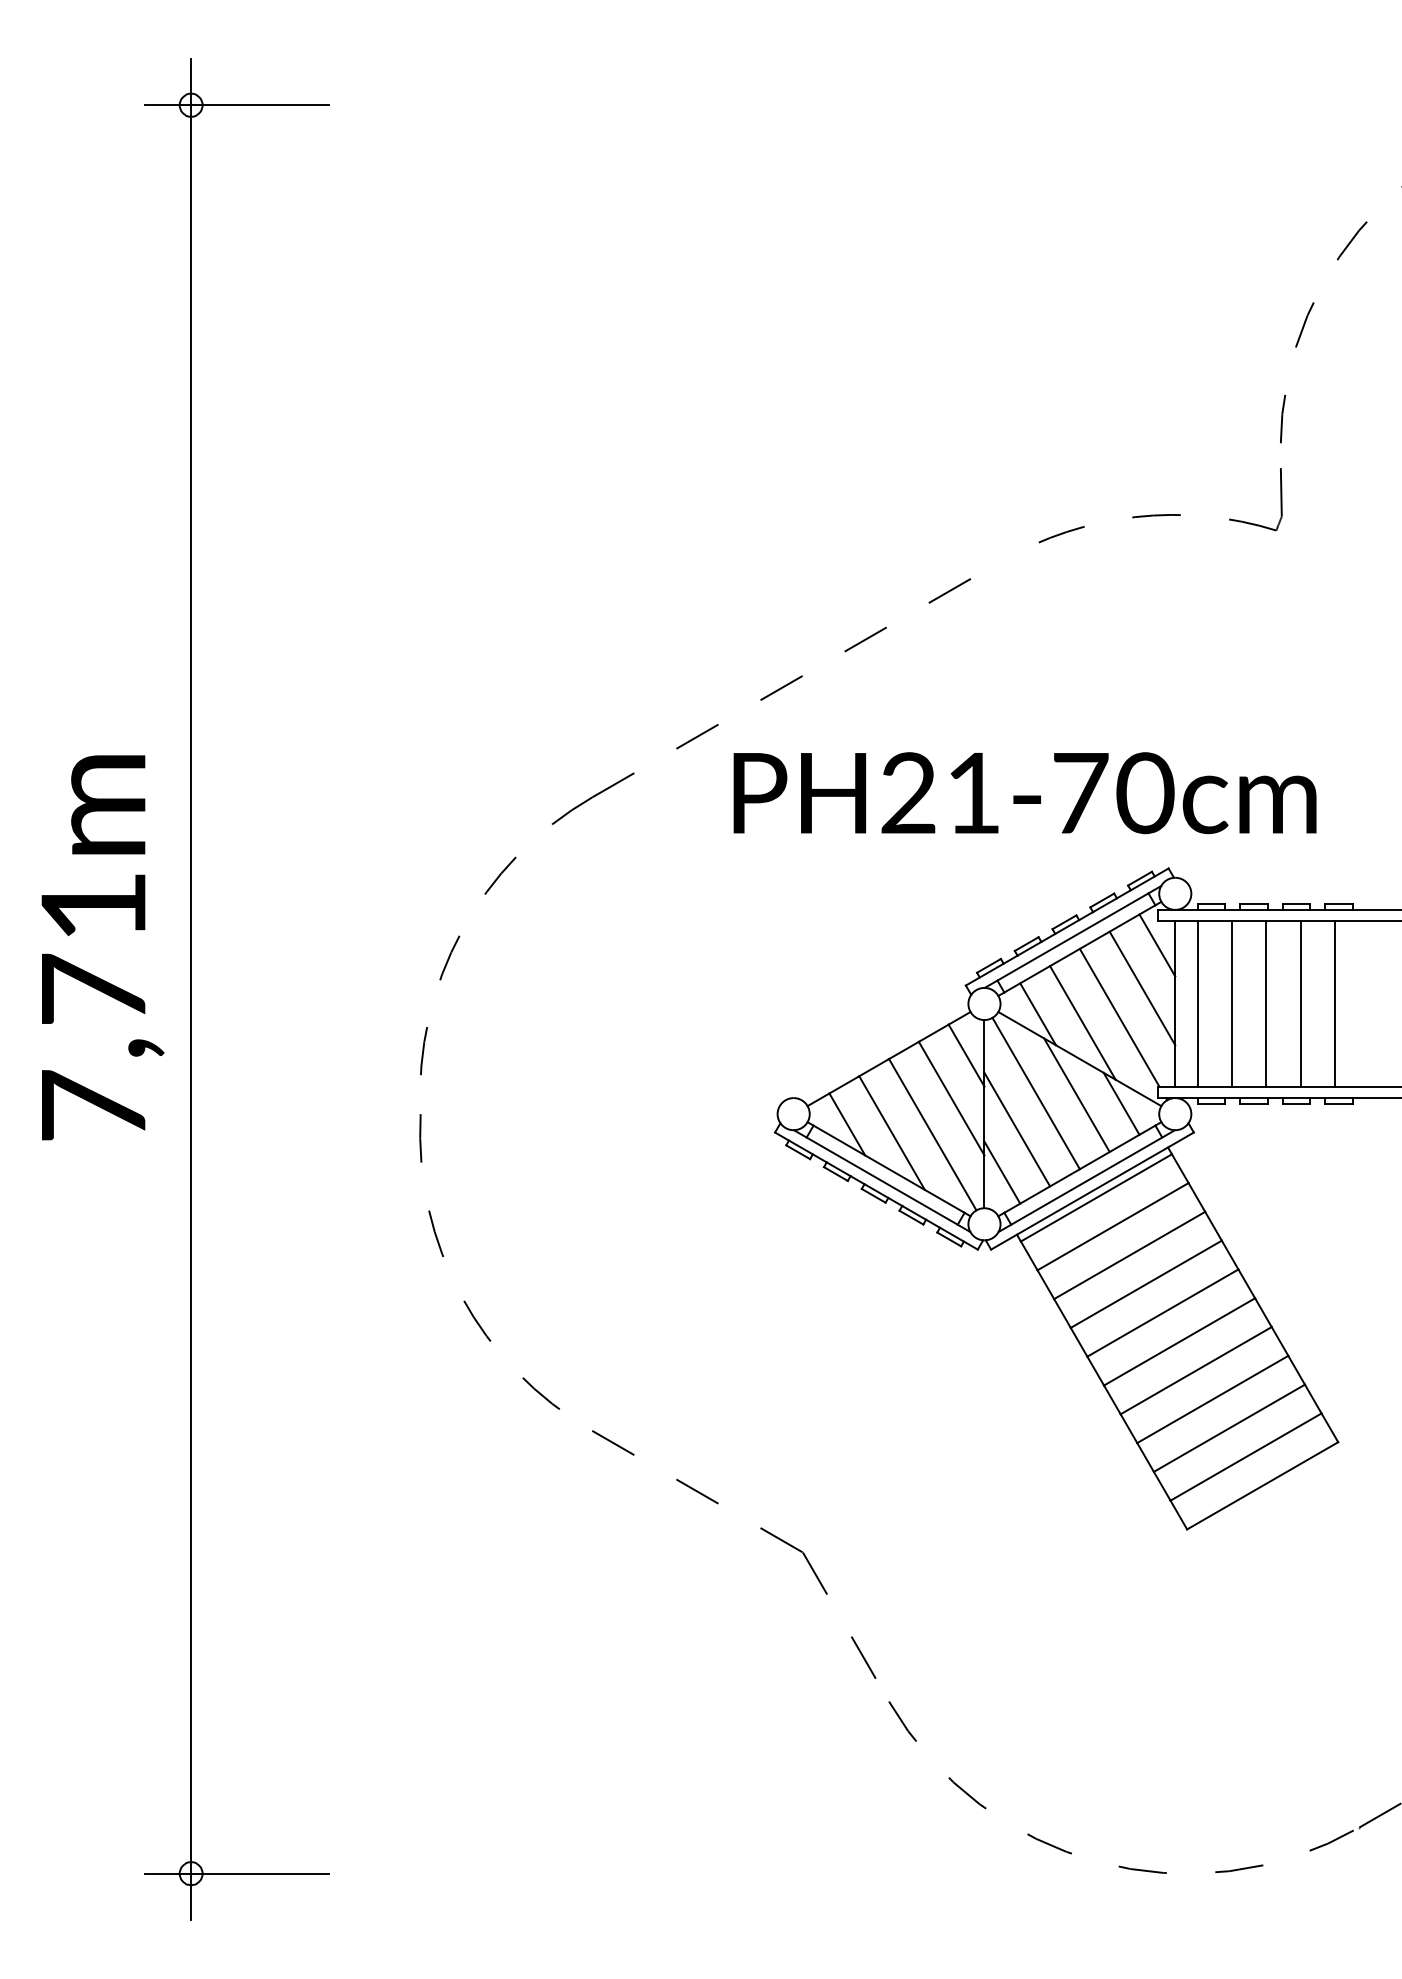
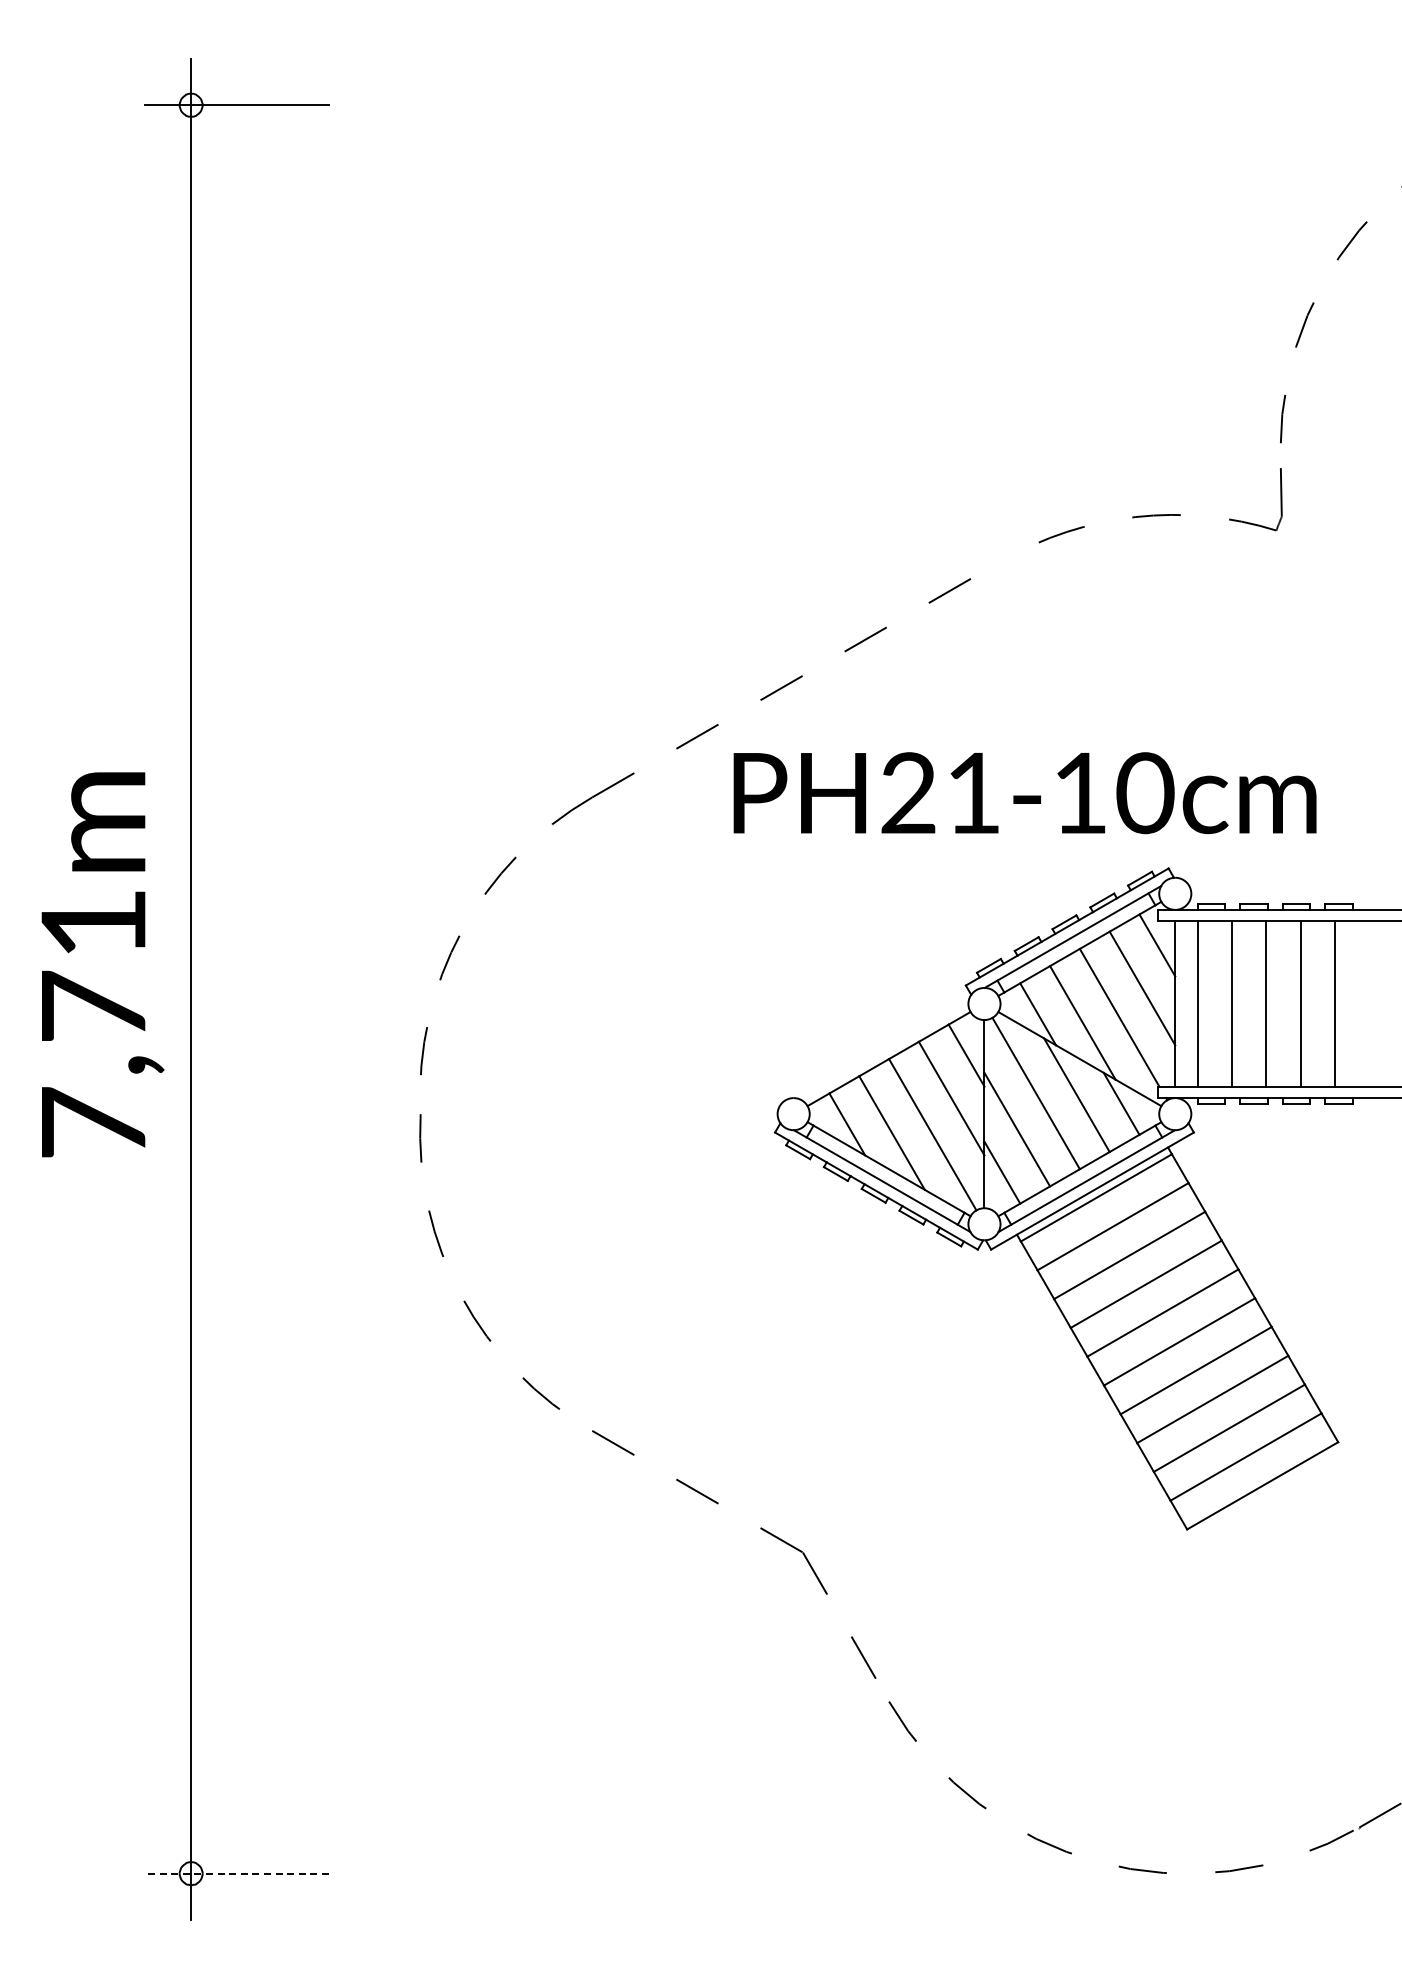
text at (1081, 792): PH21-70cm -> PH21-10cm
text at (102, 947) position: (102, 947) -> (102, 964)
line at (237, 1873): solid -> dashed
